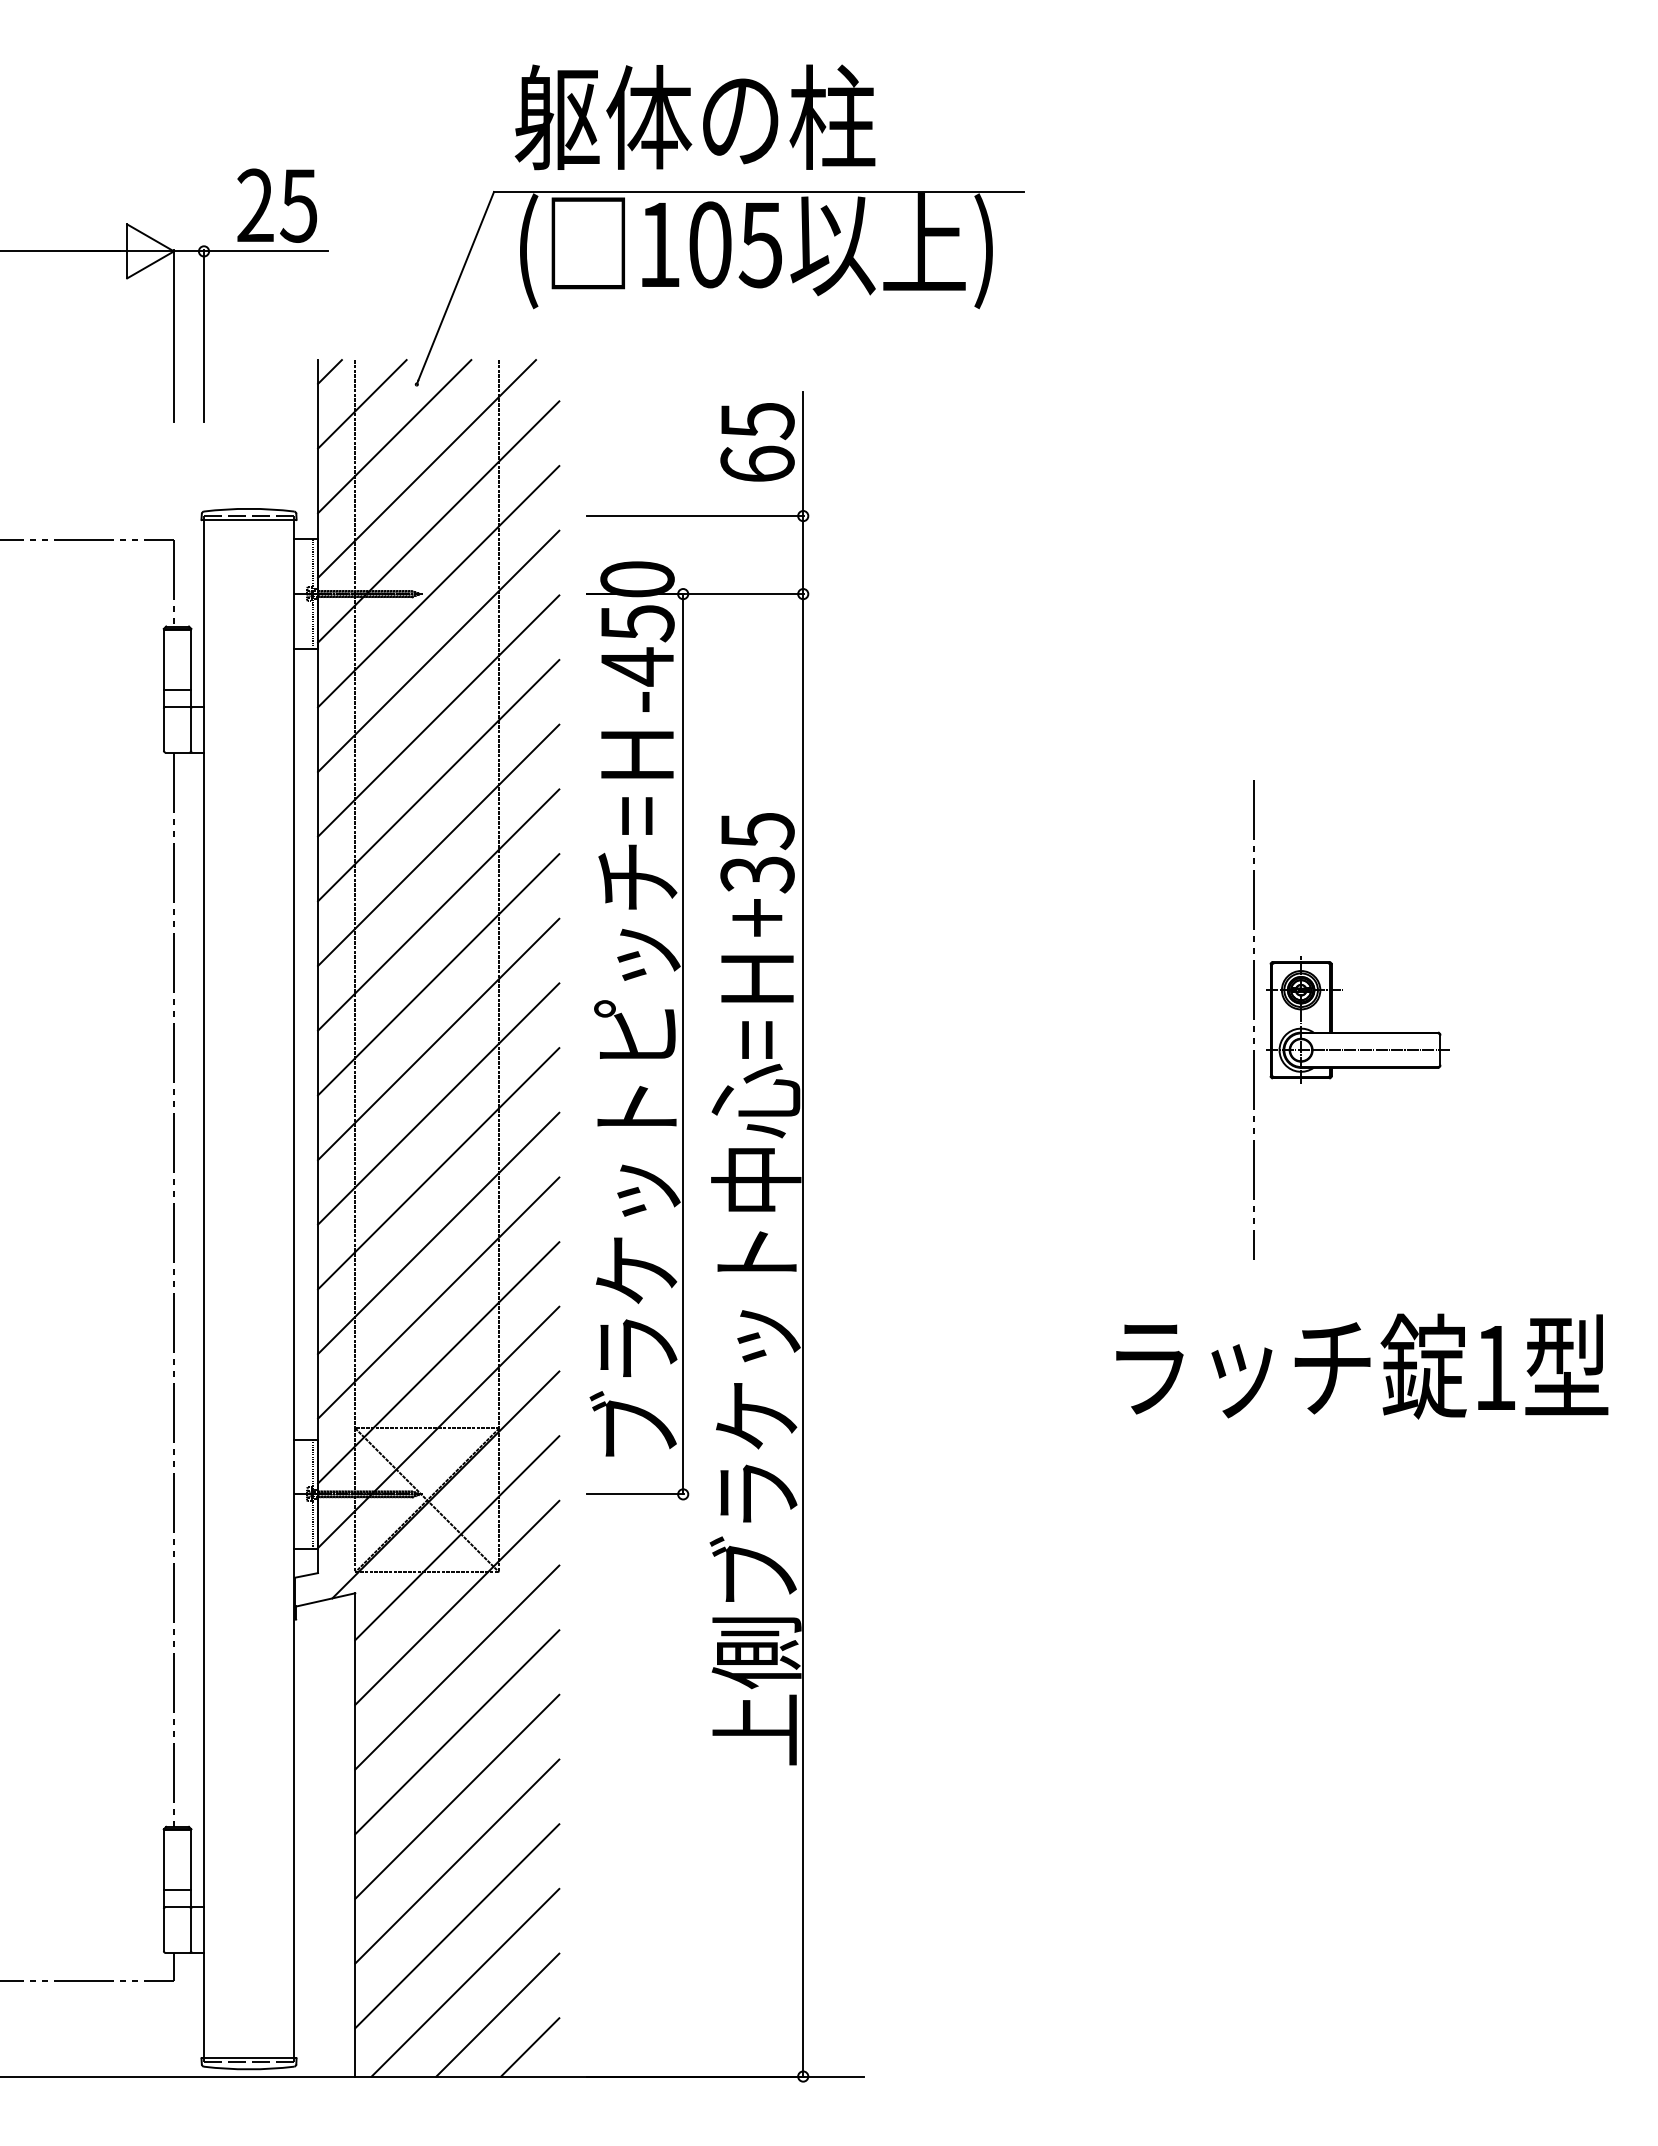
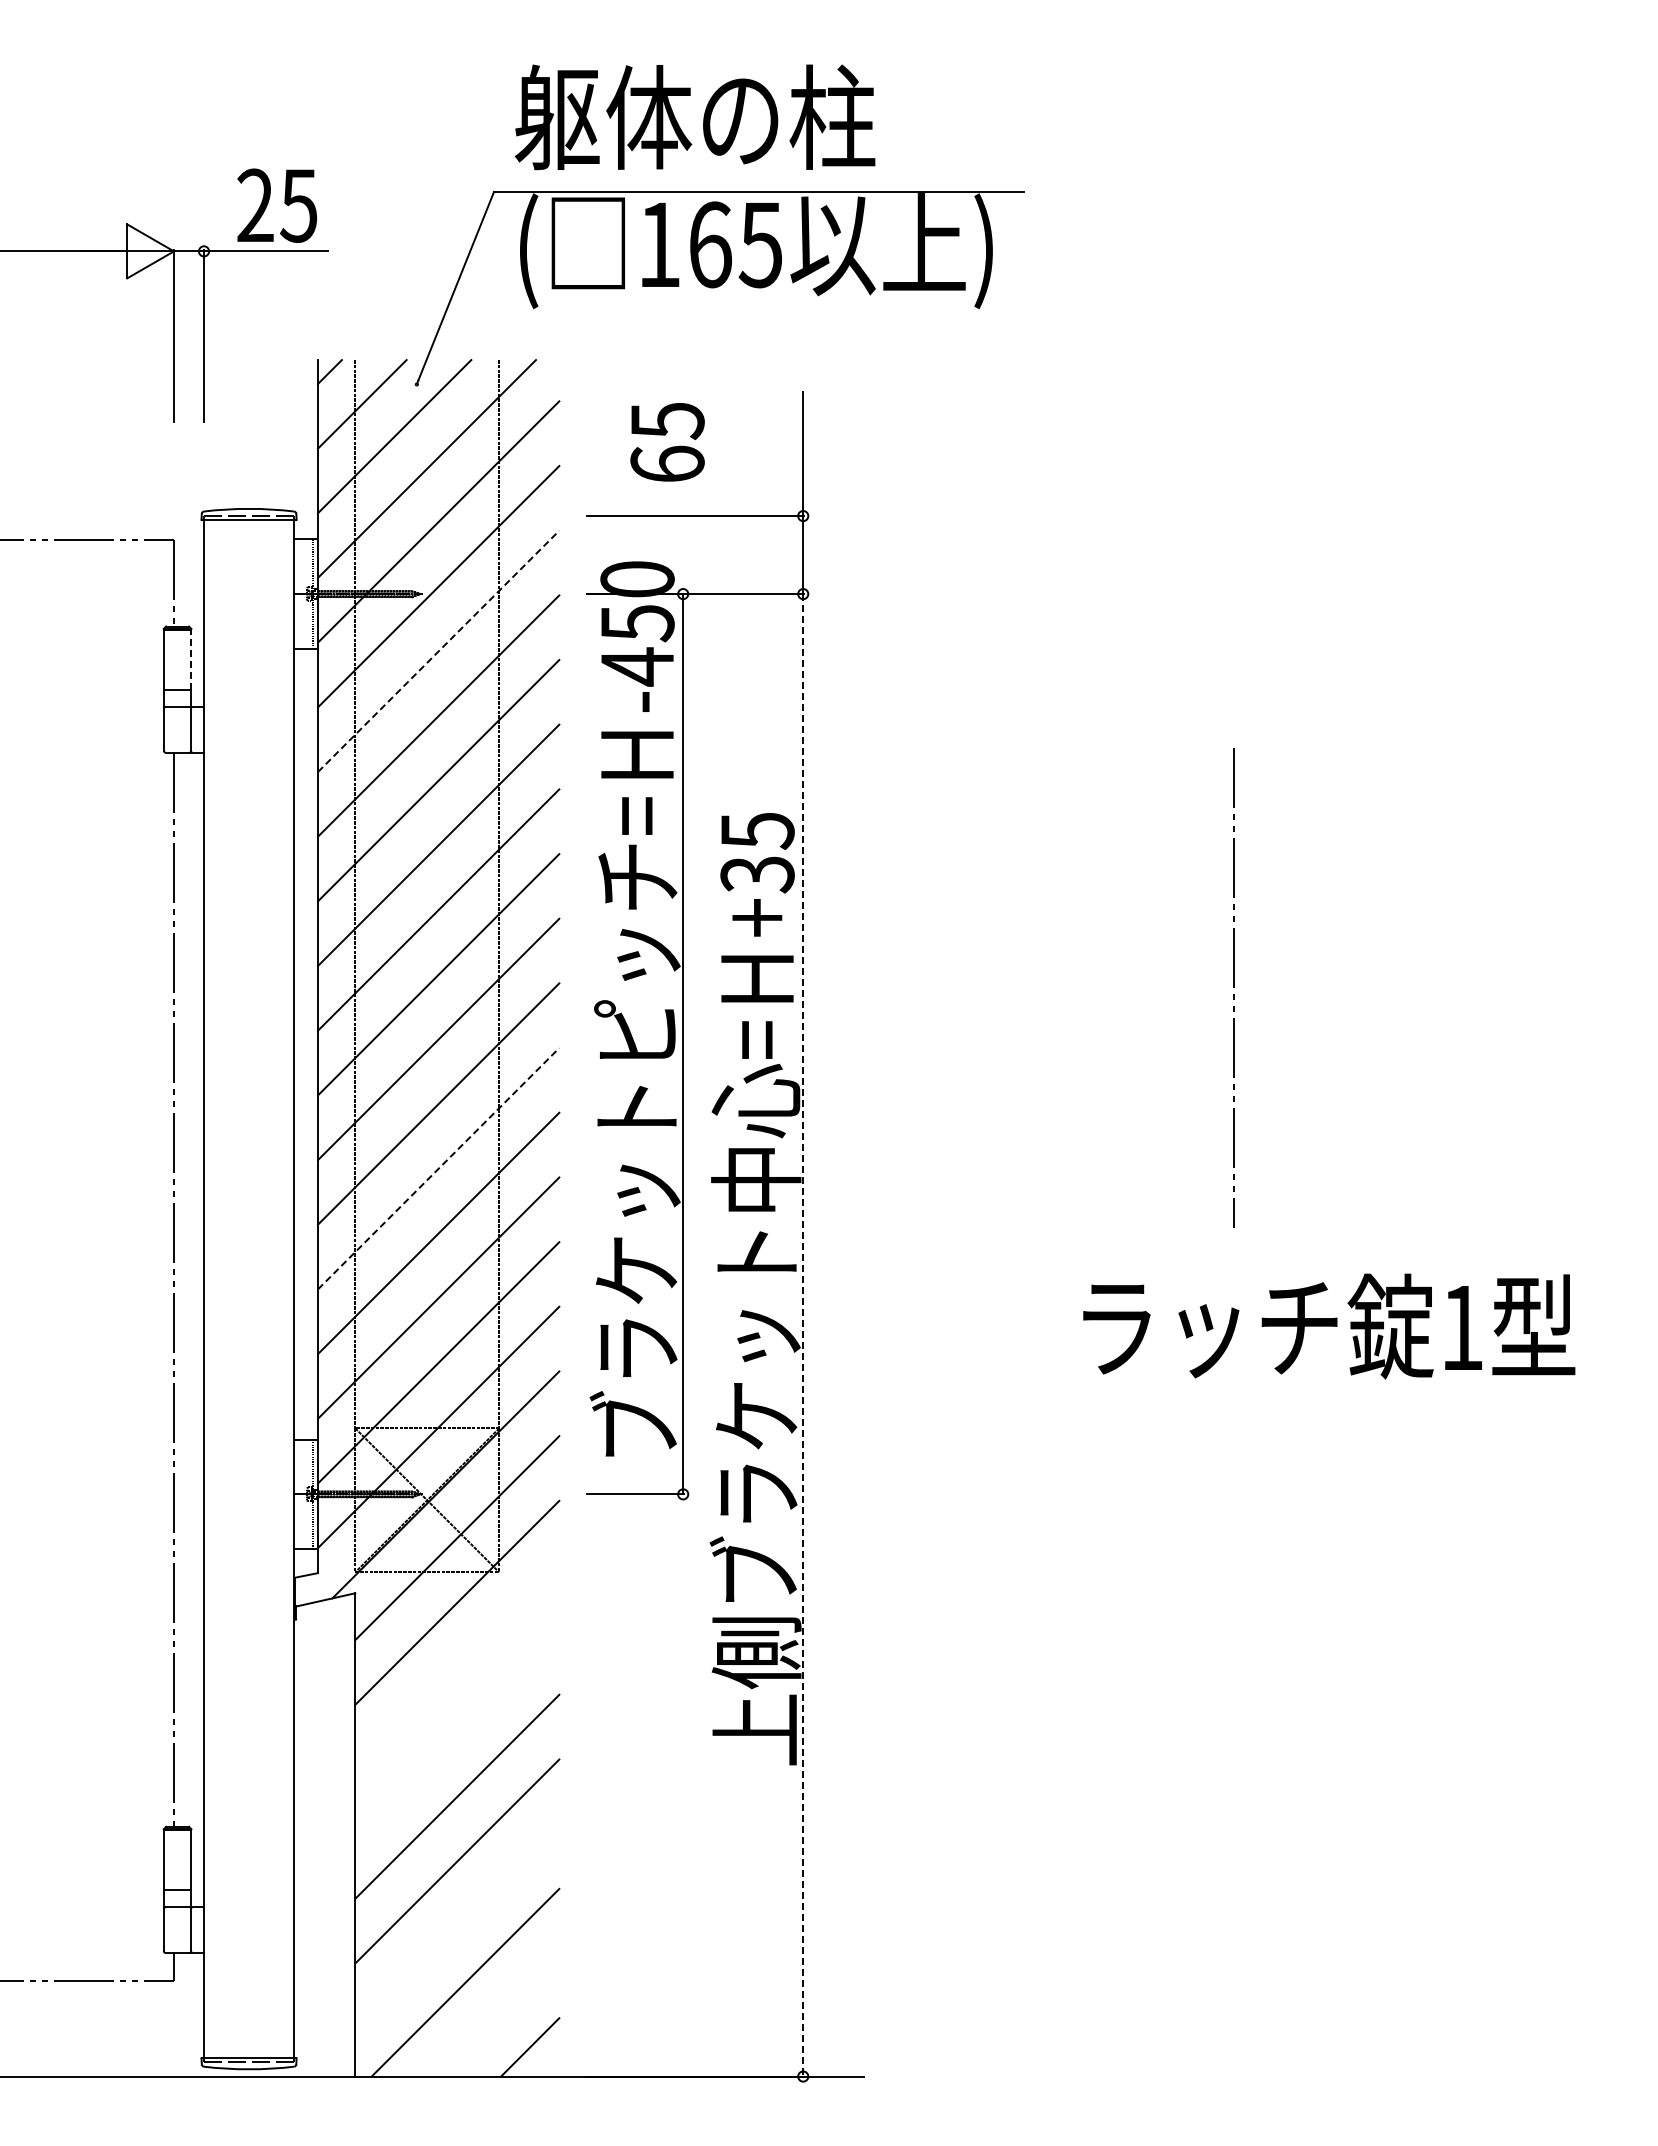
text at (710, 244): 105 -> 165
text at (757, 442) position: (757, 442) -> (667, 442)
line at (438, 651): solid -> dashed
line at (191, 659): solid -> dashed
line at (1253, 1019) position: (1253, 1019) -> (1233, 987)
part at (1357, 1032): present -> none
line at (438, 1168): solid -> dashed
line at (803, 1335): solid -> dashed
text at (1362, 1366) position: (1362, 1366) -> (1329, 1326)
line at (457, 1667): present -> none
line at (457, 1732): present -> none
line at (457, 1926): present -> none
line at (497, 2014): present -> none
